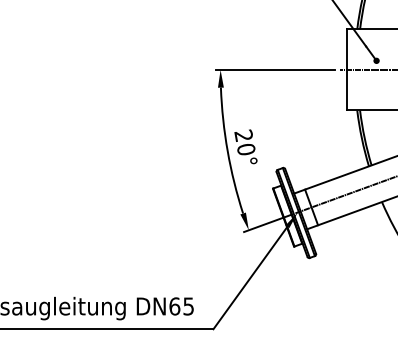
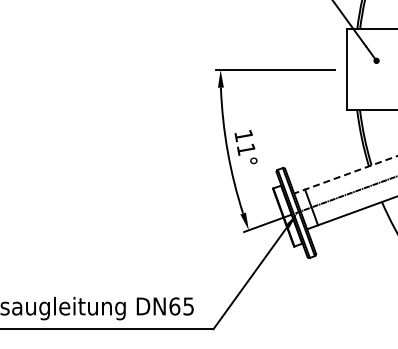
line at (366, 69): present -> none
text at (244, 142): 20° -> 11°
line at (345, 174): solid -> dashed
